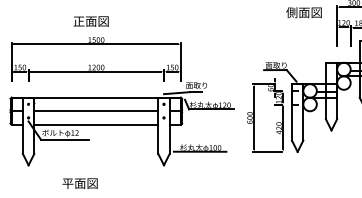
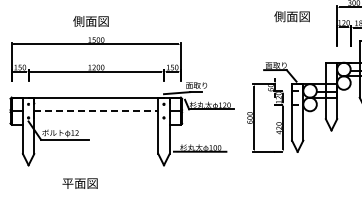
text at (303, 12) position: (303, 12) -> (291, 16)
text at (78, 21): 正面図 -> 側面図
line at (96, 111): solid -> dashed
line at (96, 124): present -> none
